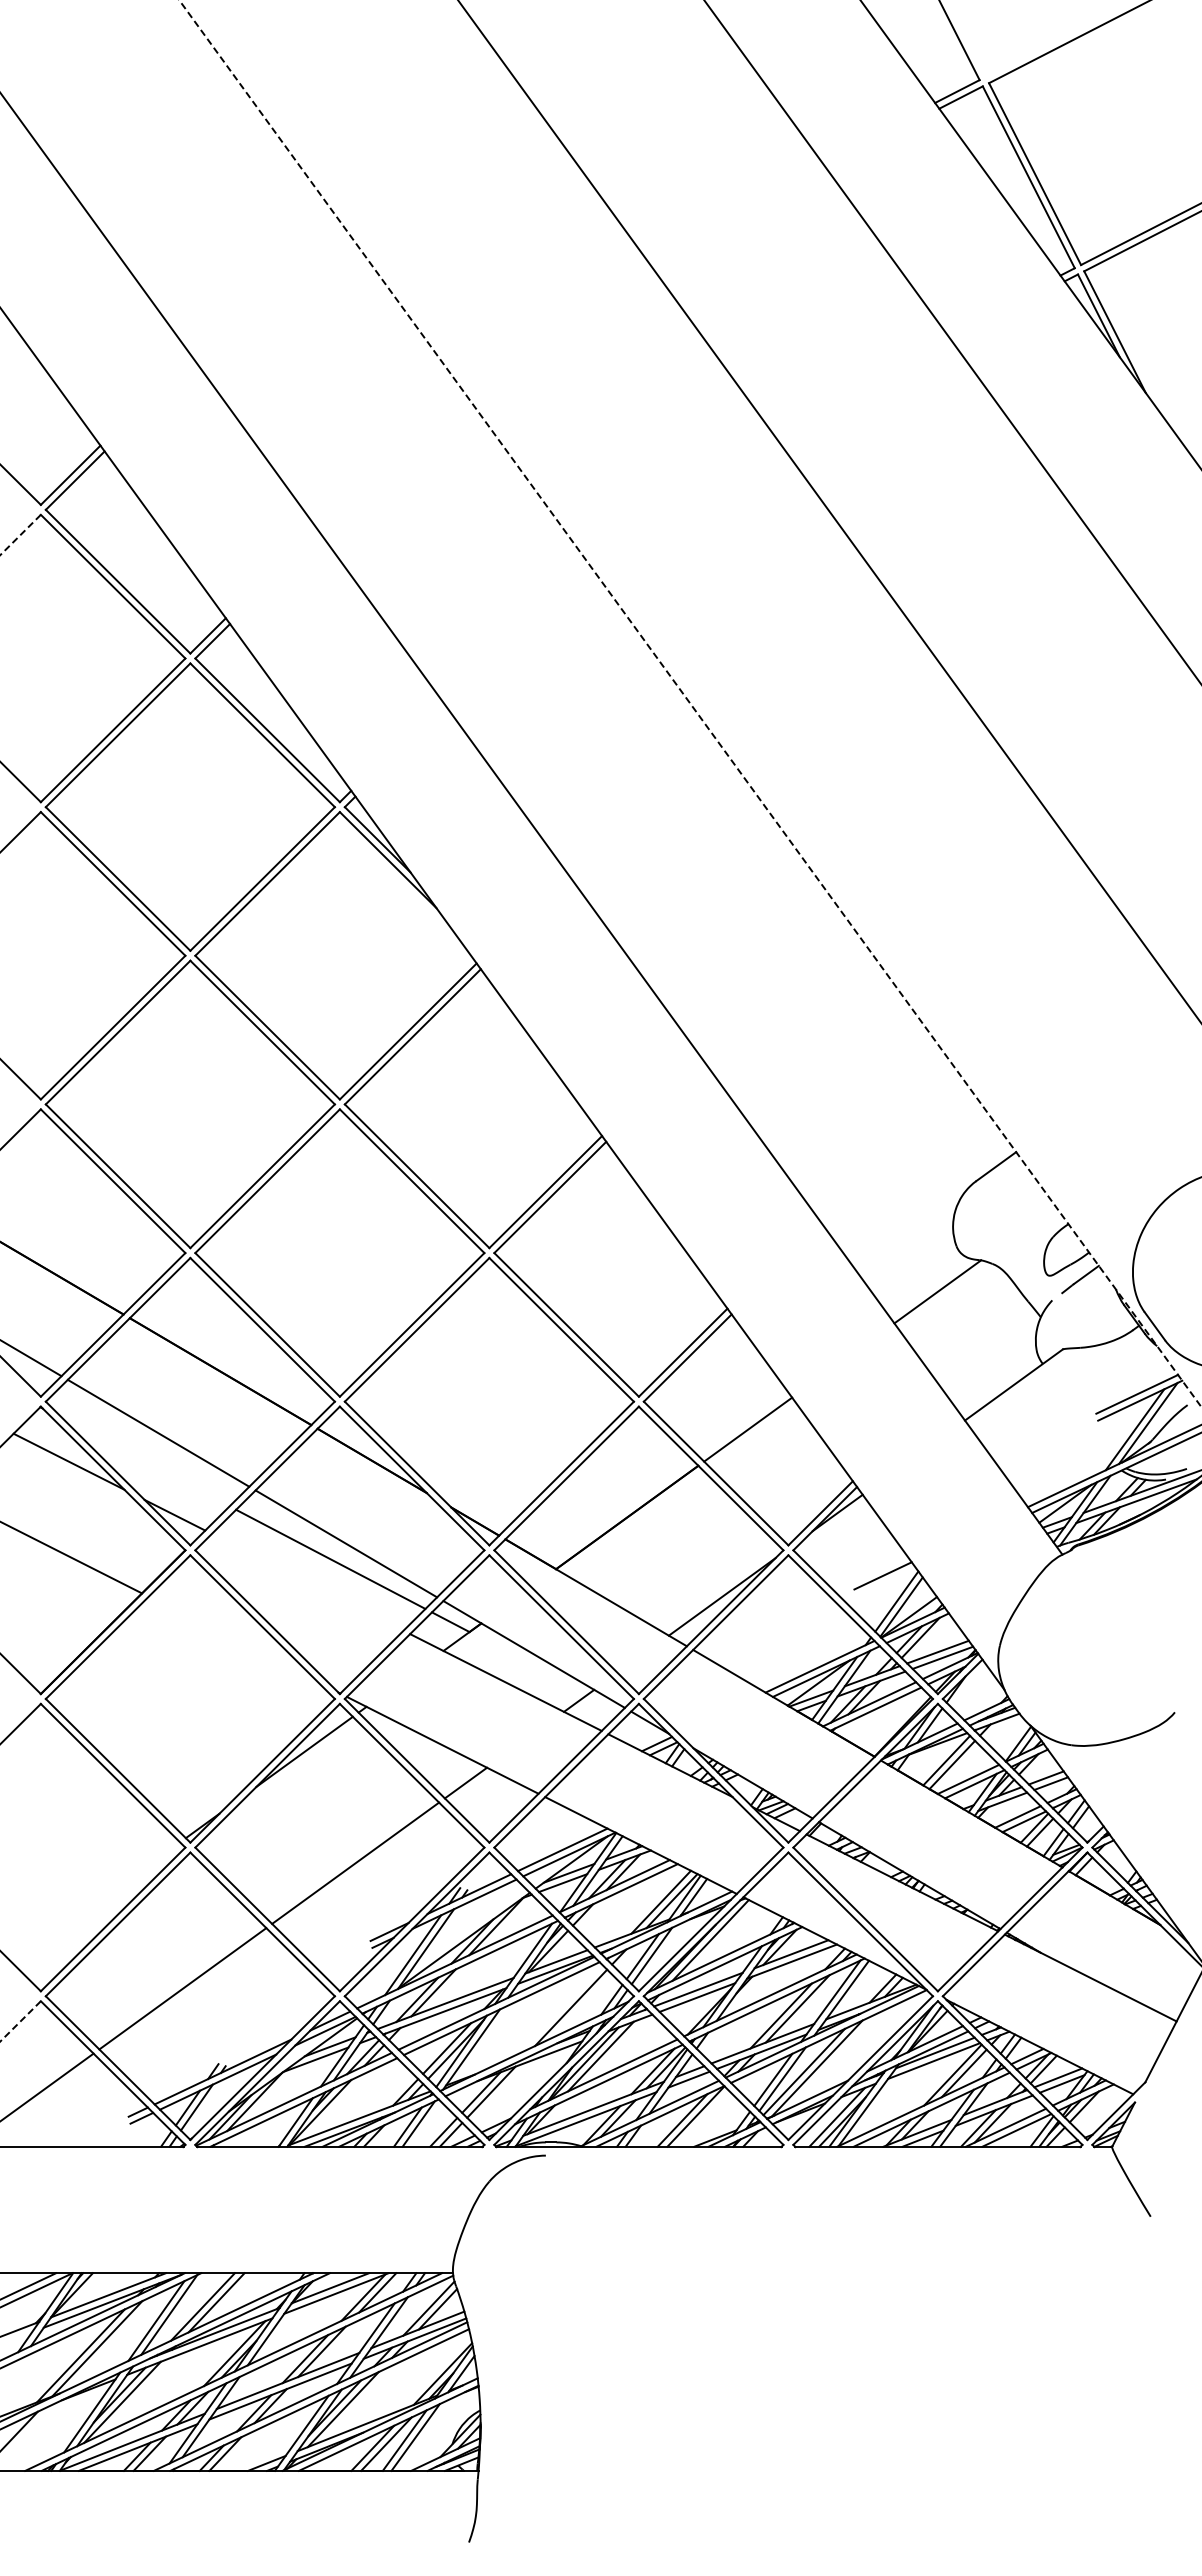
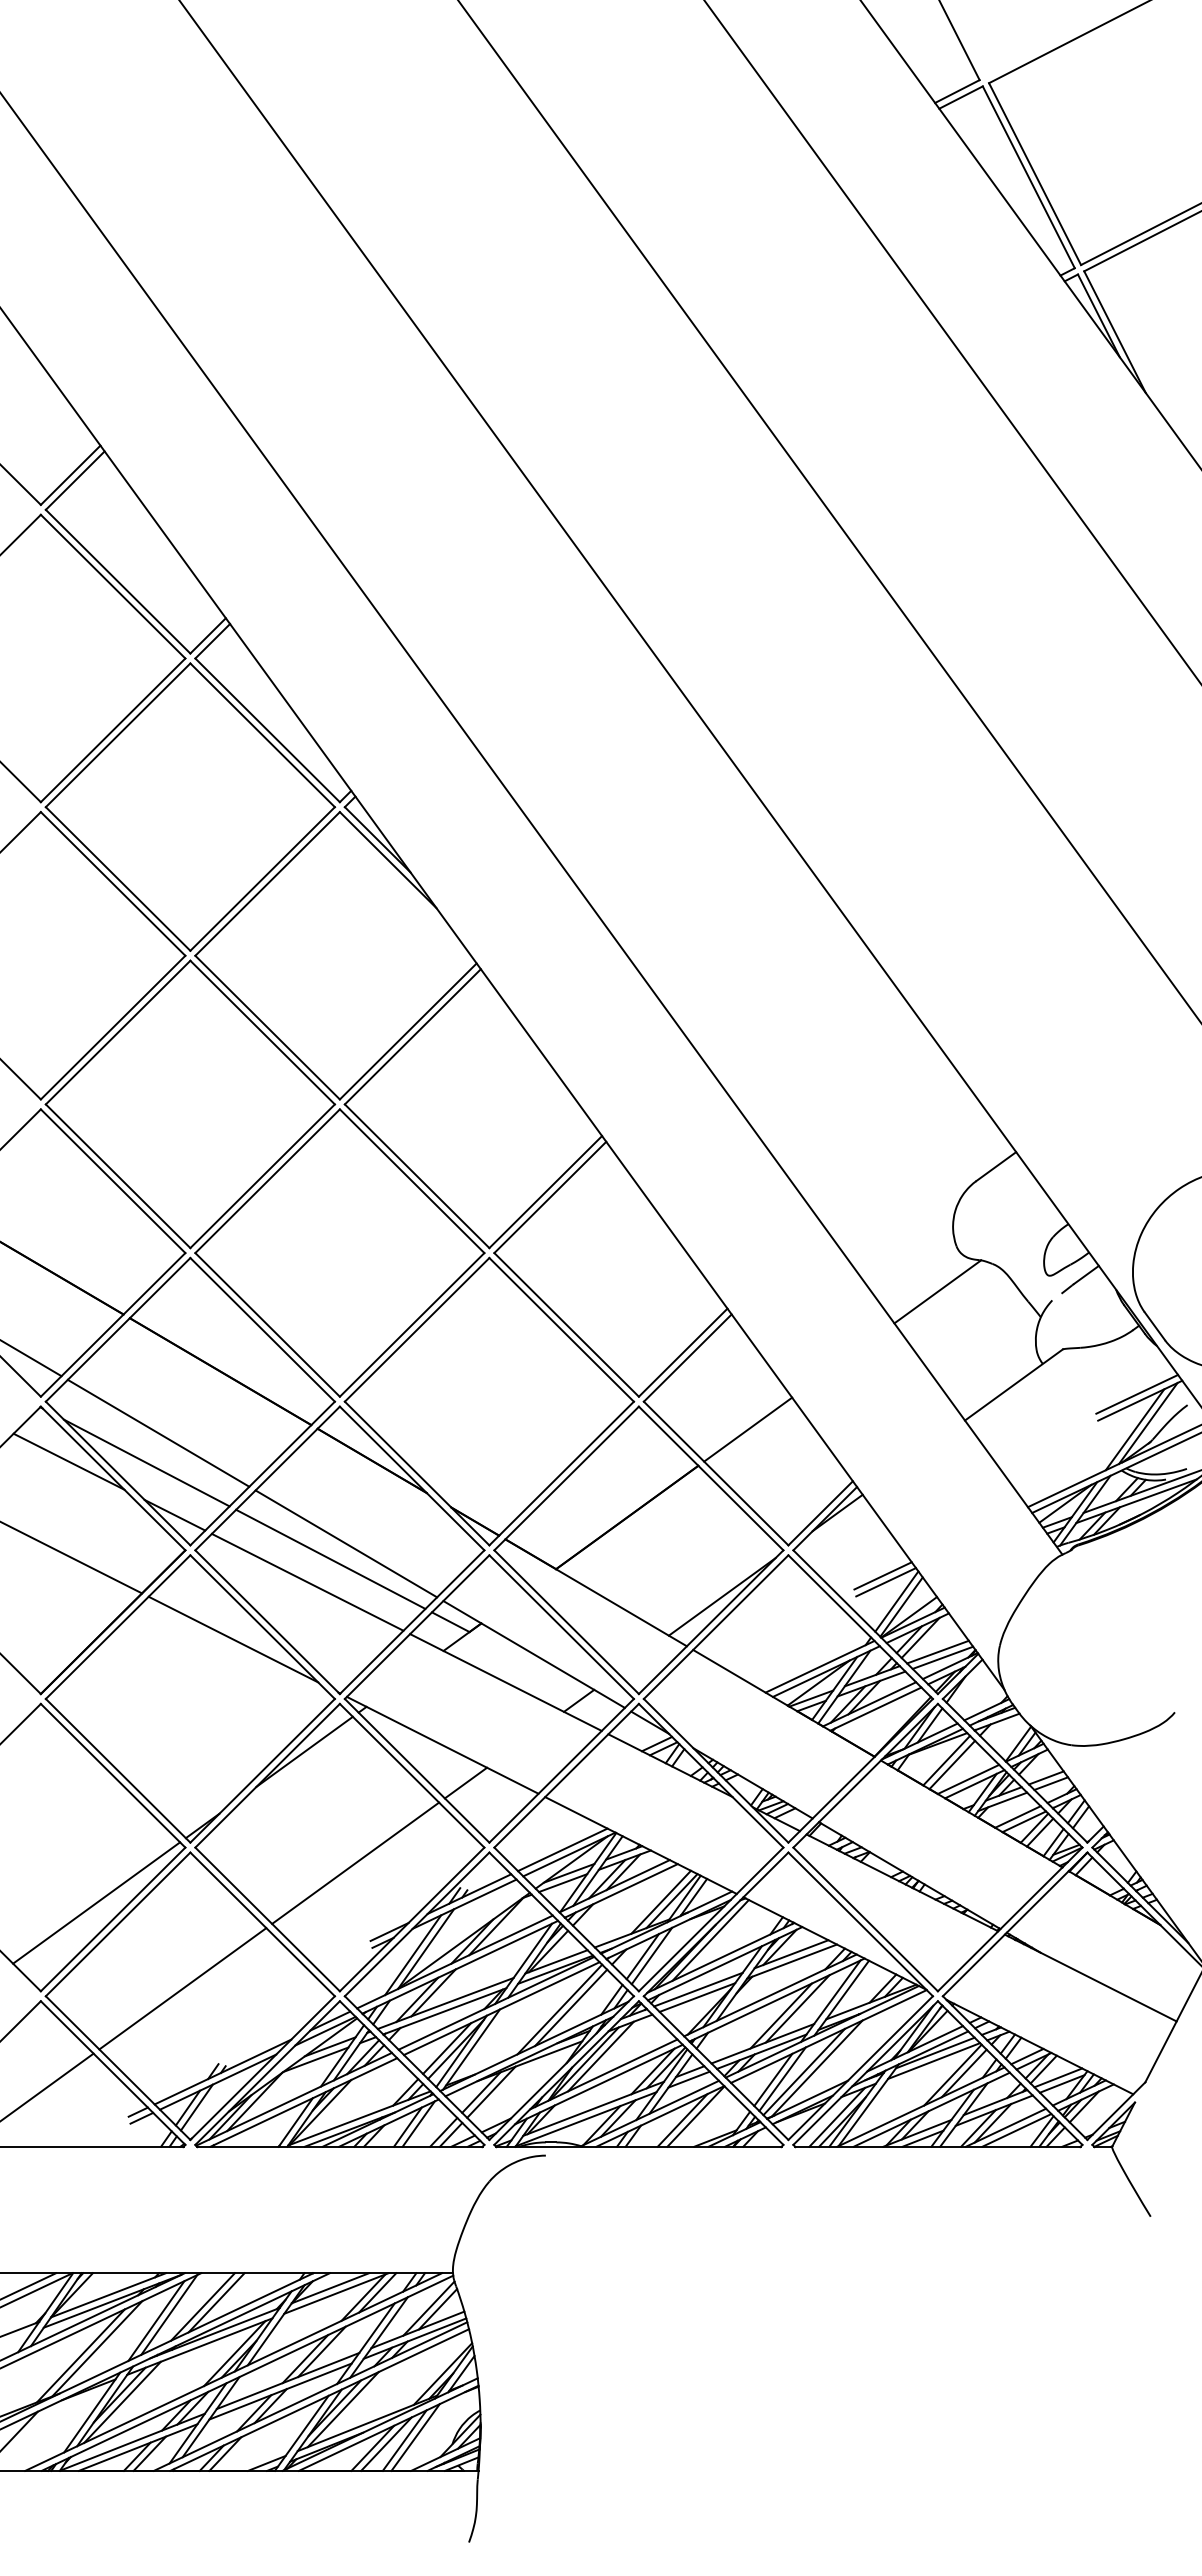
line at (20, 535): dashed -> solid
line at (690, 703): dashed -> solid
line at (146, 1462): none -> present
line at (307, 1581): none -> present
line at (885, 1582): none -> present
line at (233, 1639): none -> present
line at (96, 1902): none -> present
line at (559, 2009): none -> present
line at (20, 2021): dashed -> solid
